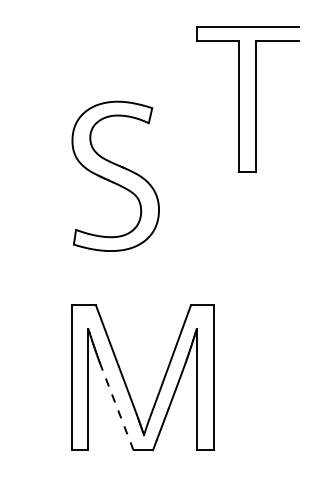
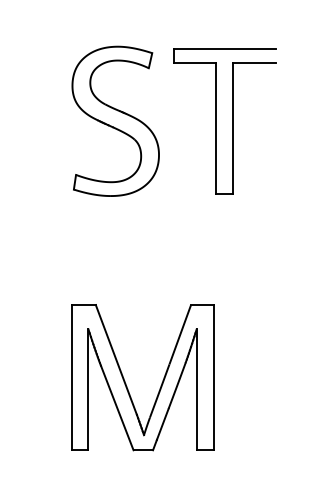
part at (239, 99) position: (239, 99) -> (216, 121)
part at (115, 175) position: (115, 175) -> (115, 120)
line at (117, 407): dashed -> solid
